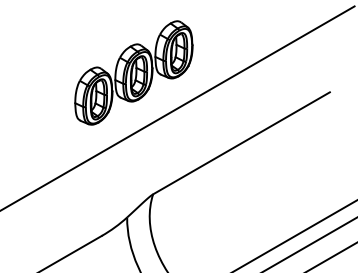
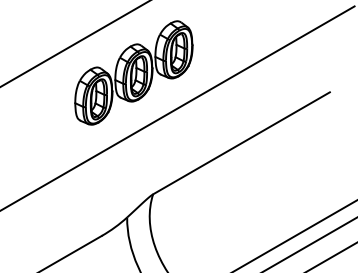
line at (74, 44): none -> present
